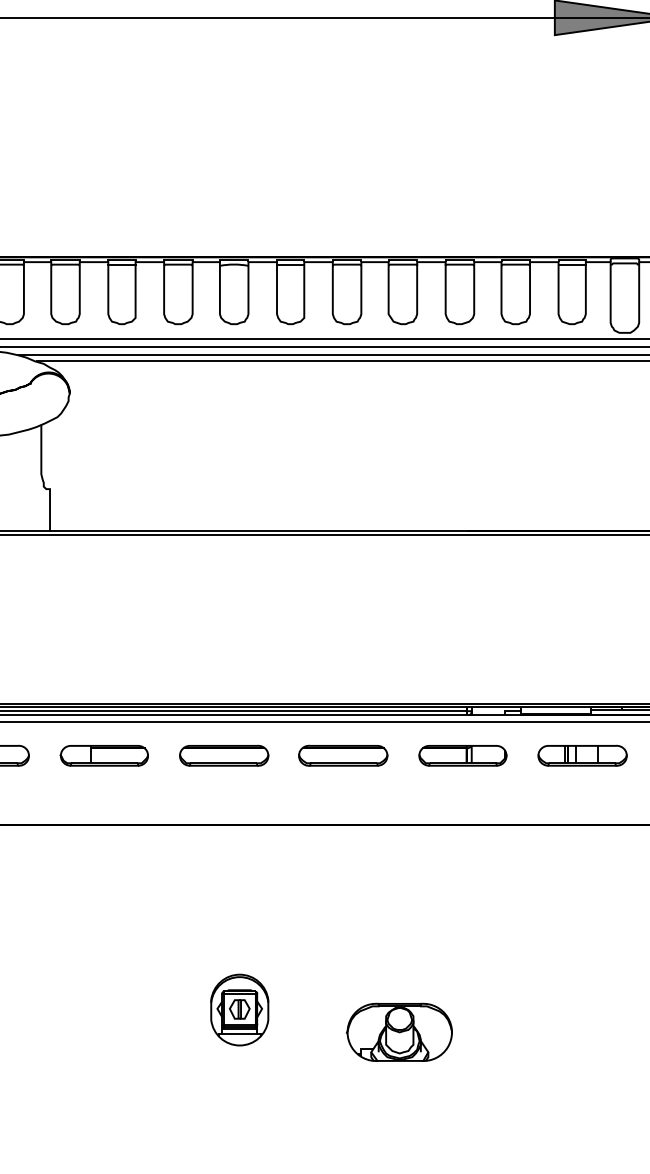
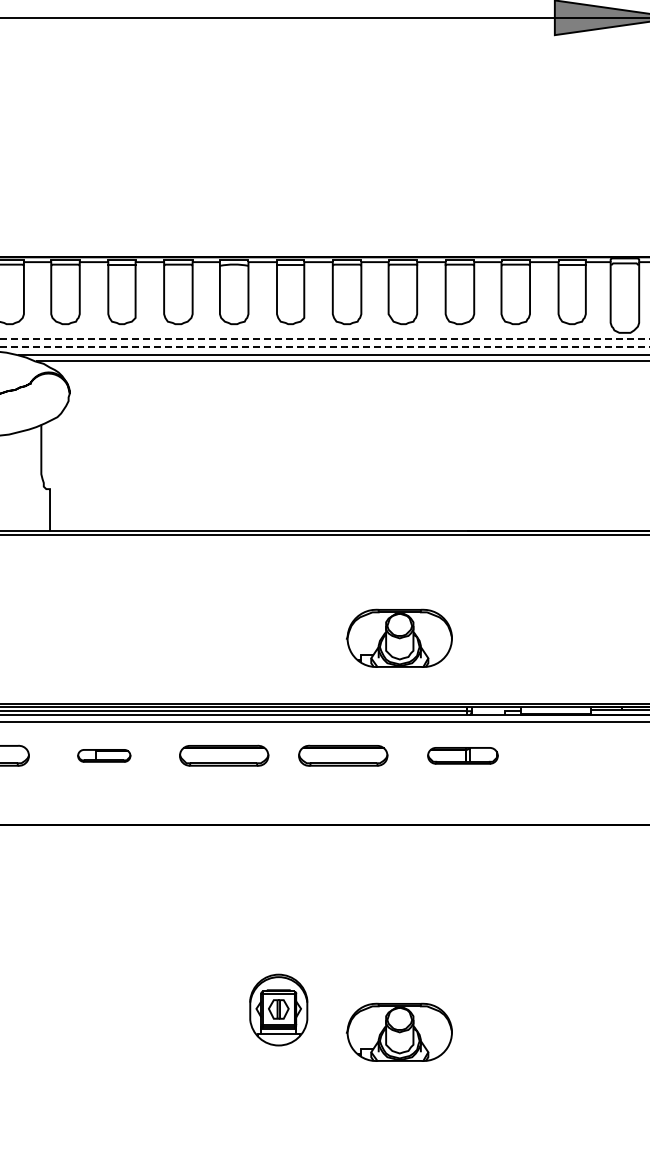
line at (324, 339): solid -> dashed
line at (324, 346): solid -> dashed
part at (399, 637): none -> present
part at (103, 755) size: 90x22 px -> 55x14 px
part at (462, 755) size: 90x22 px -> 72x18 px
part at (582, 755): present -> none
part at (239, 1009) position: (239, 1009) -> (278, 1009)
